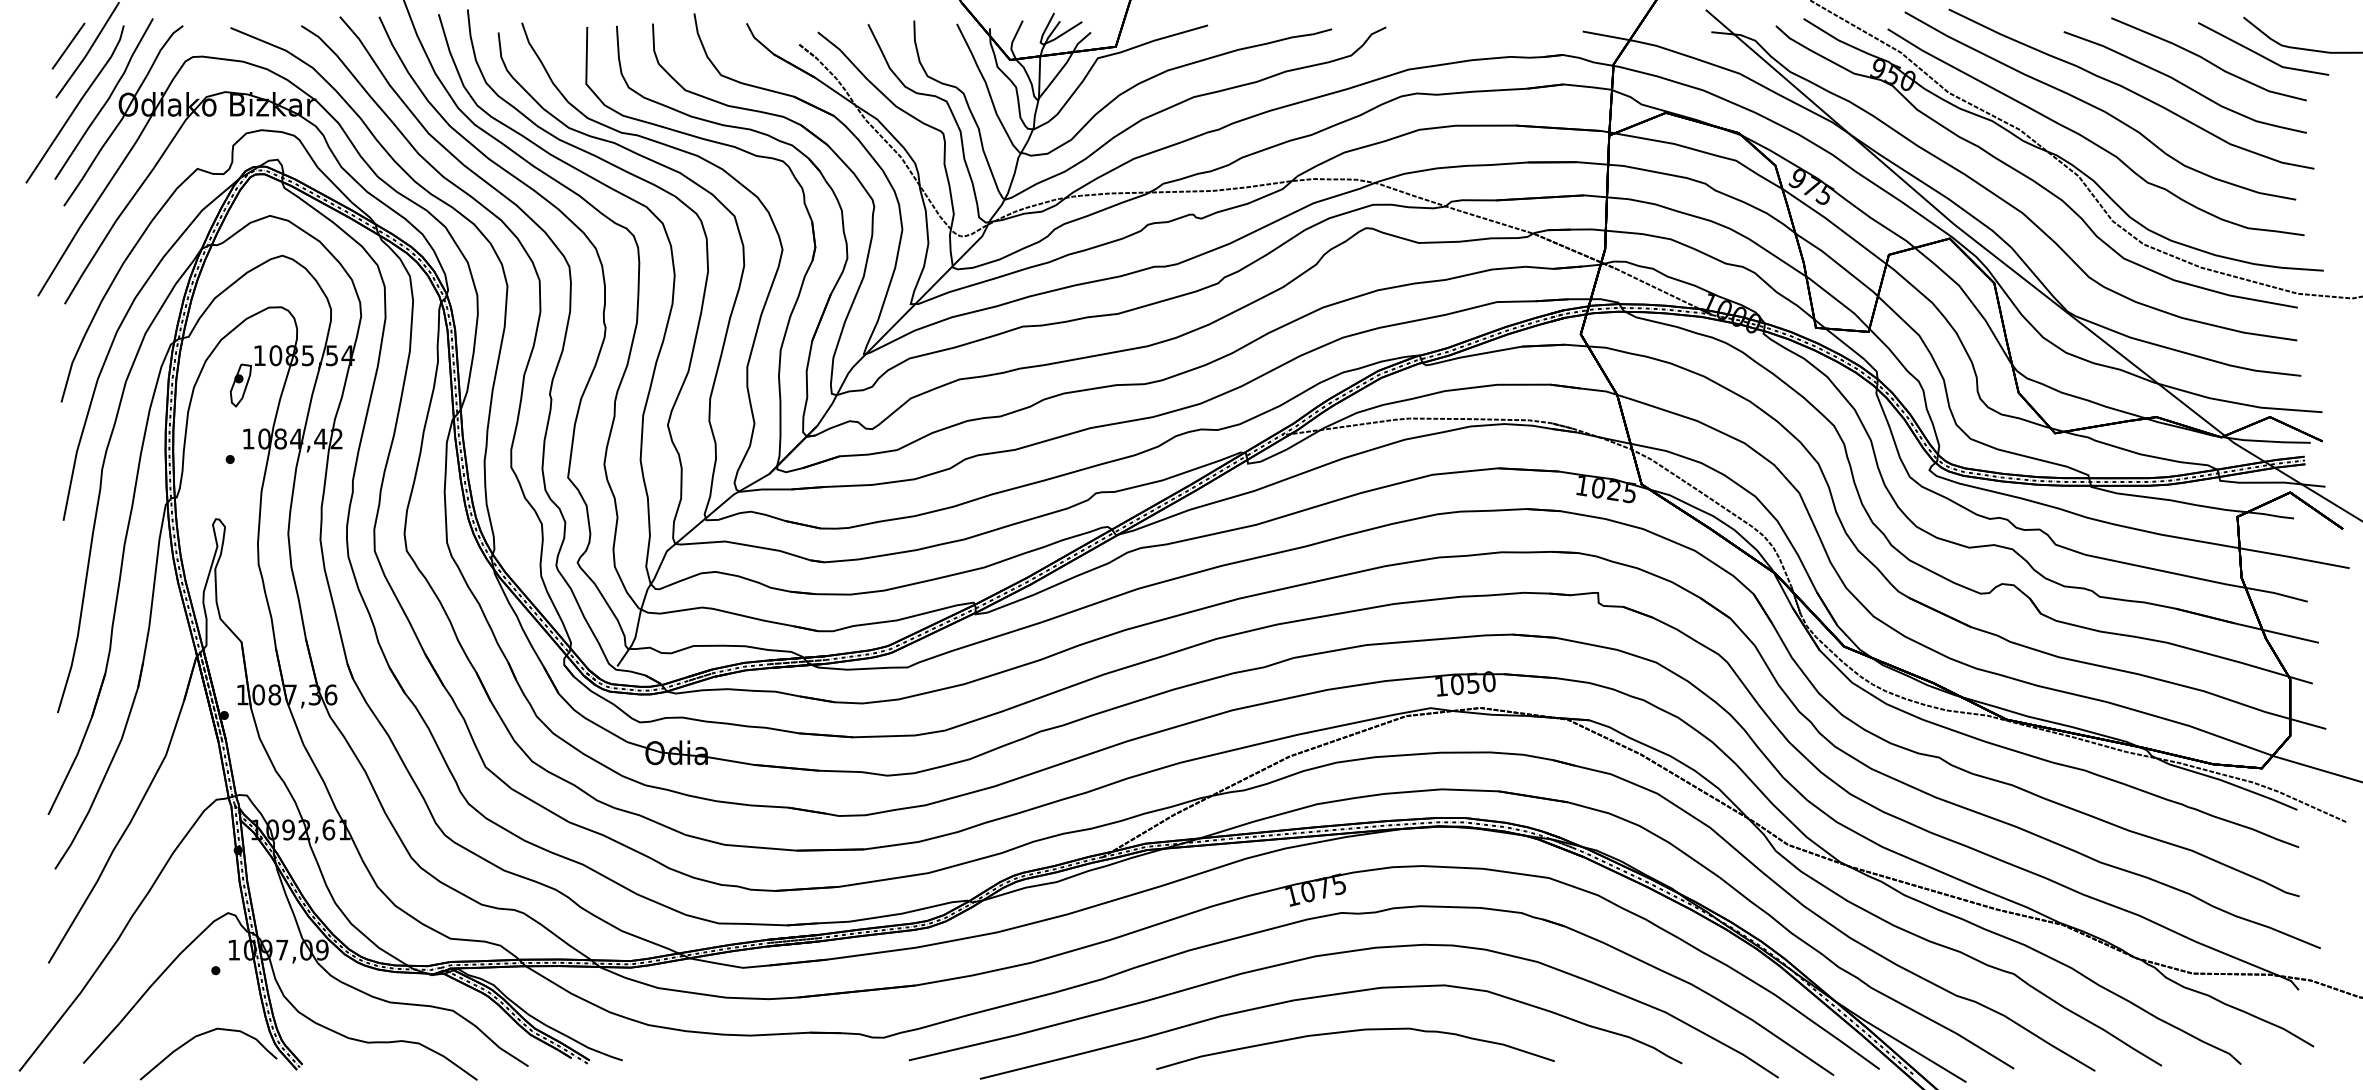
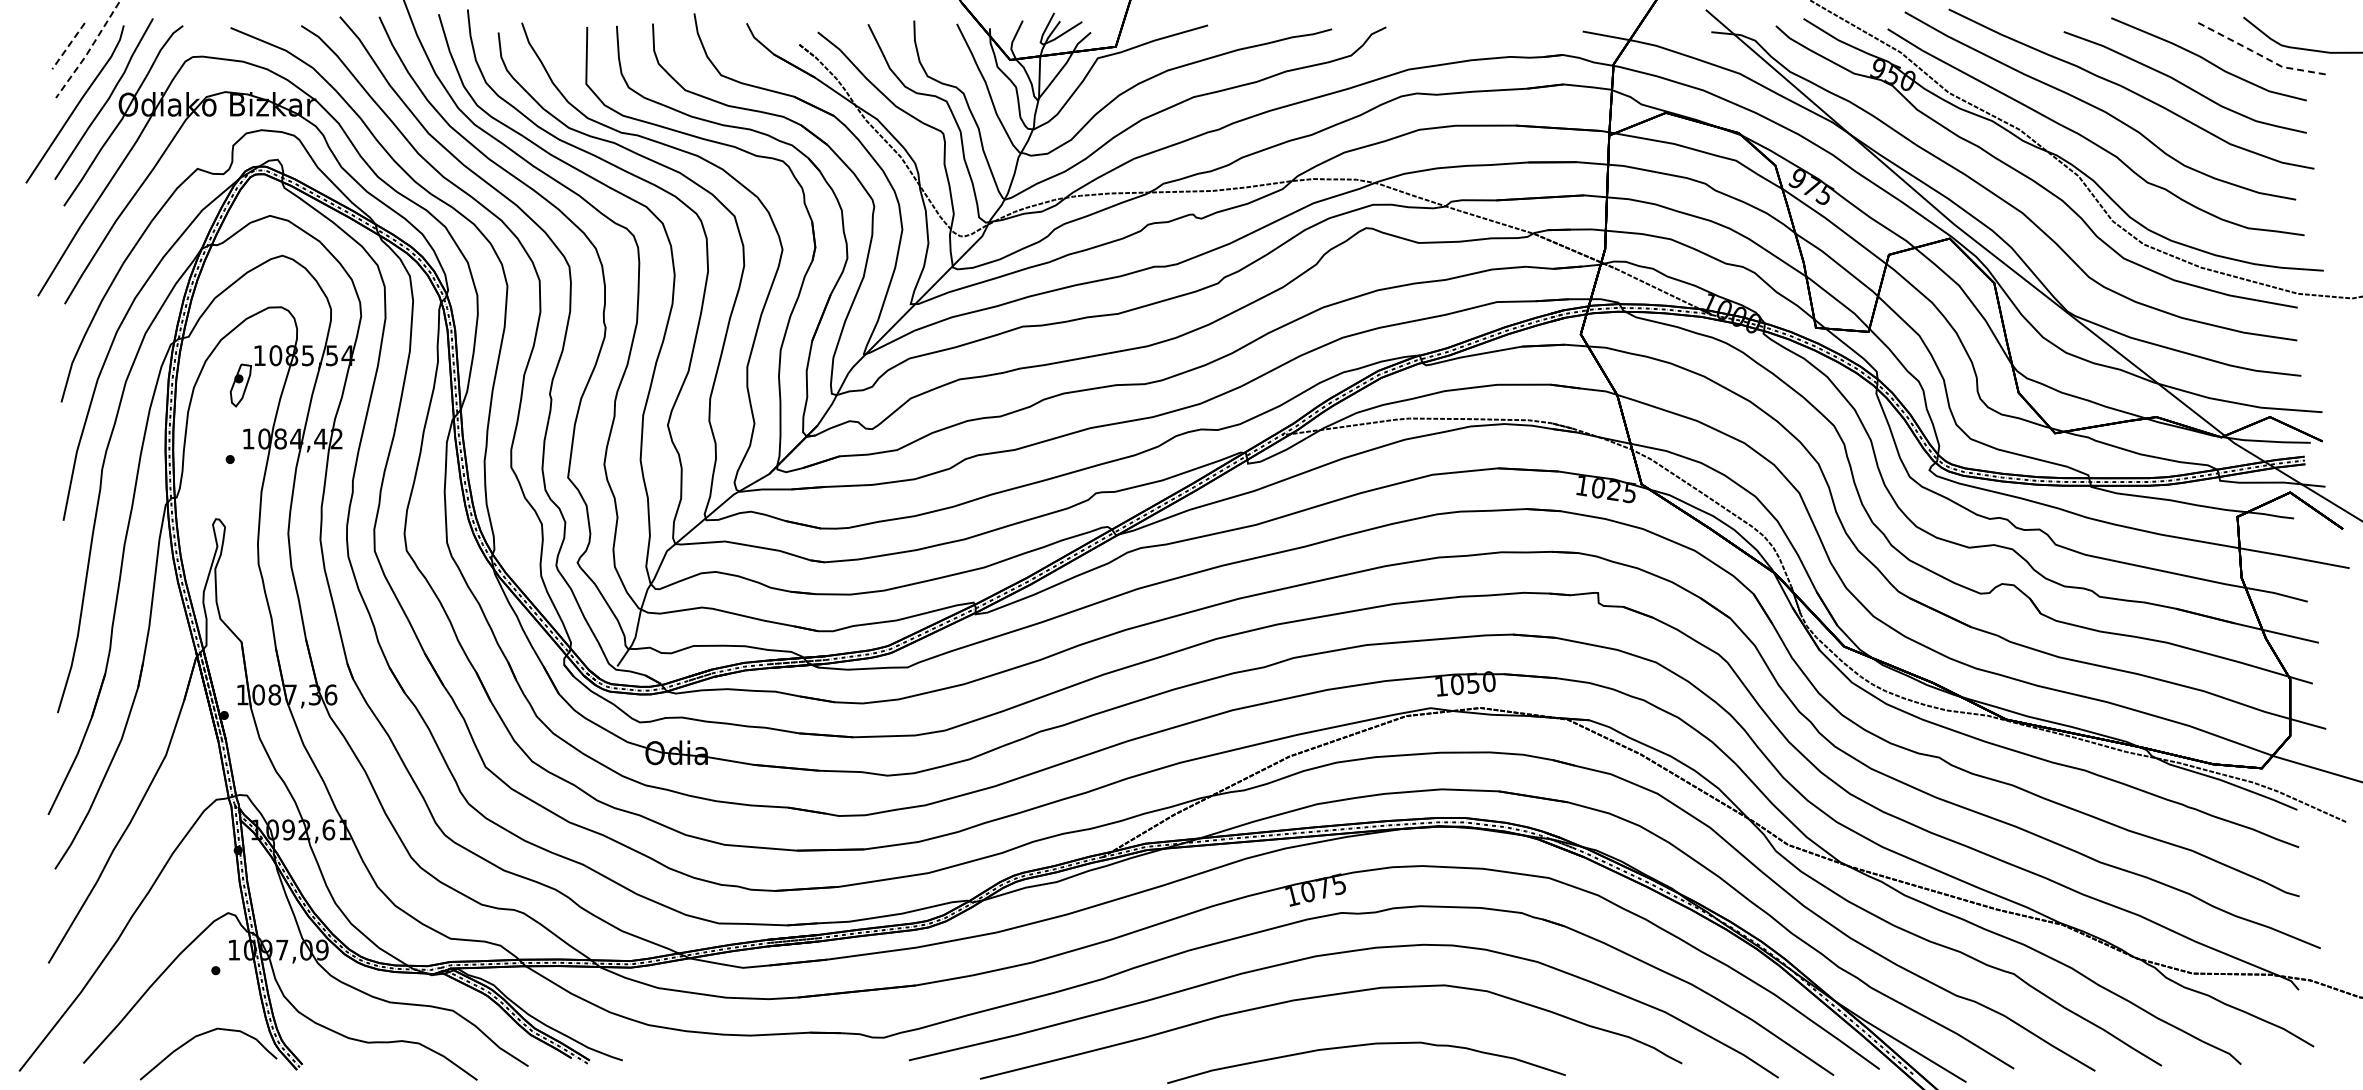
line at (68, 46): solid -> dashed
line at (88, 51): solid -> dashed
line at (2261, 56): solid -> dashed
curve at (1350, 1032) position: (1350, 1032) -> (1361, 1046)
